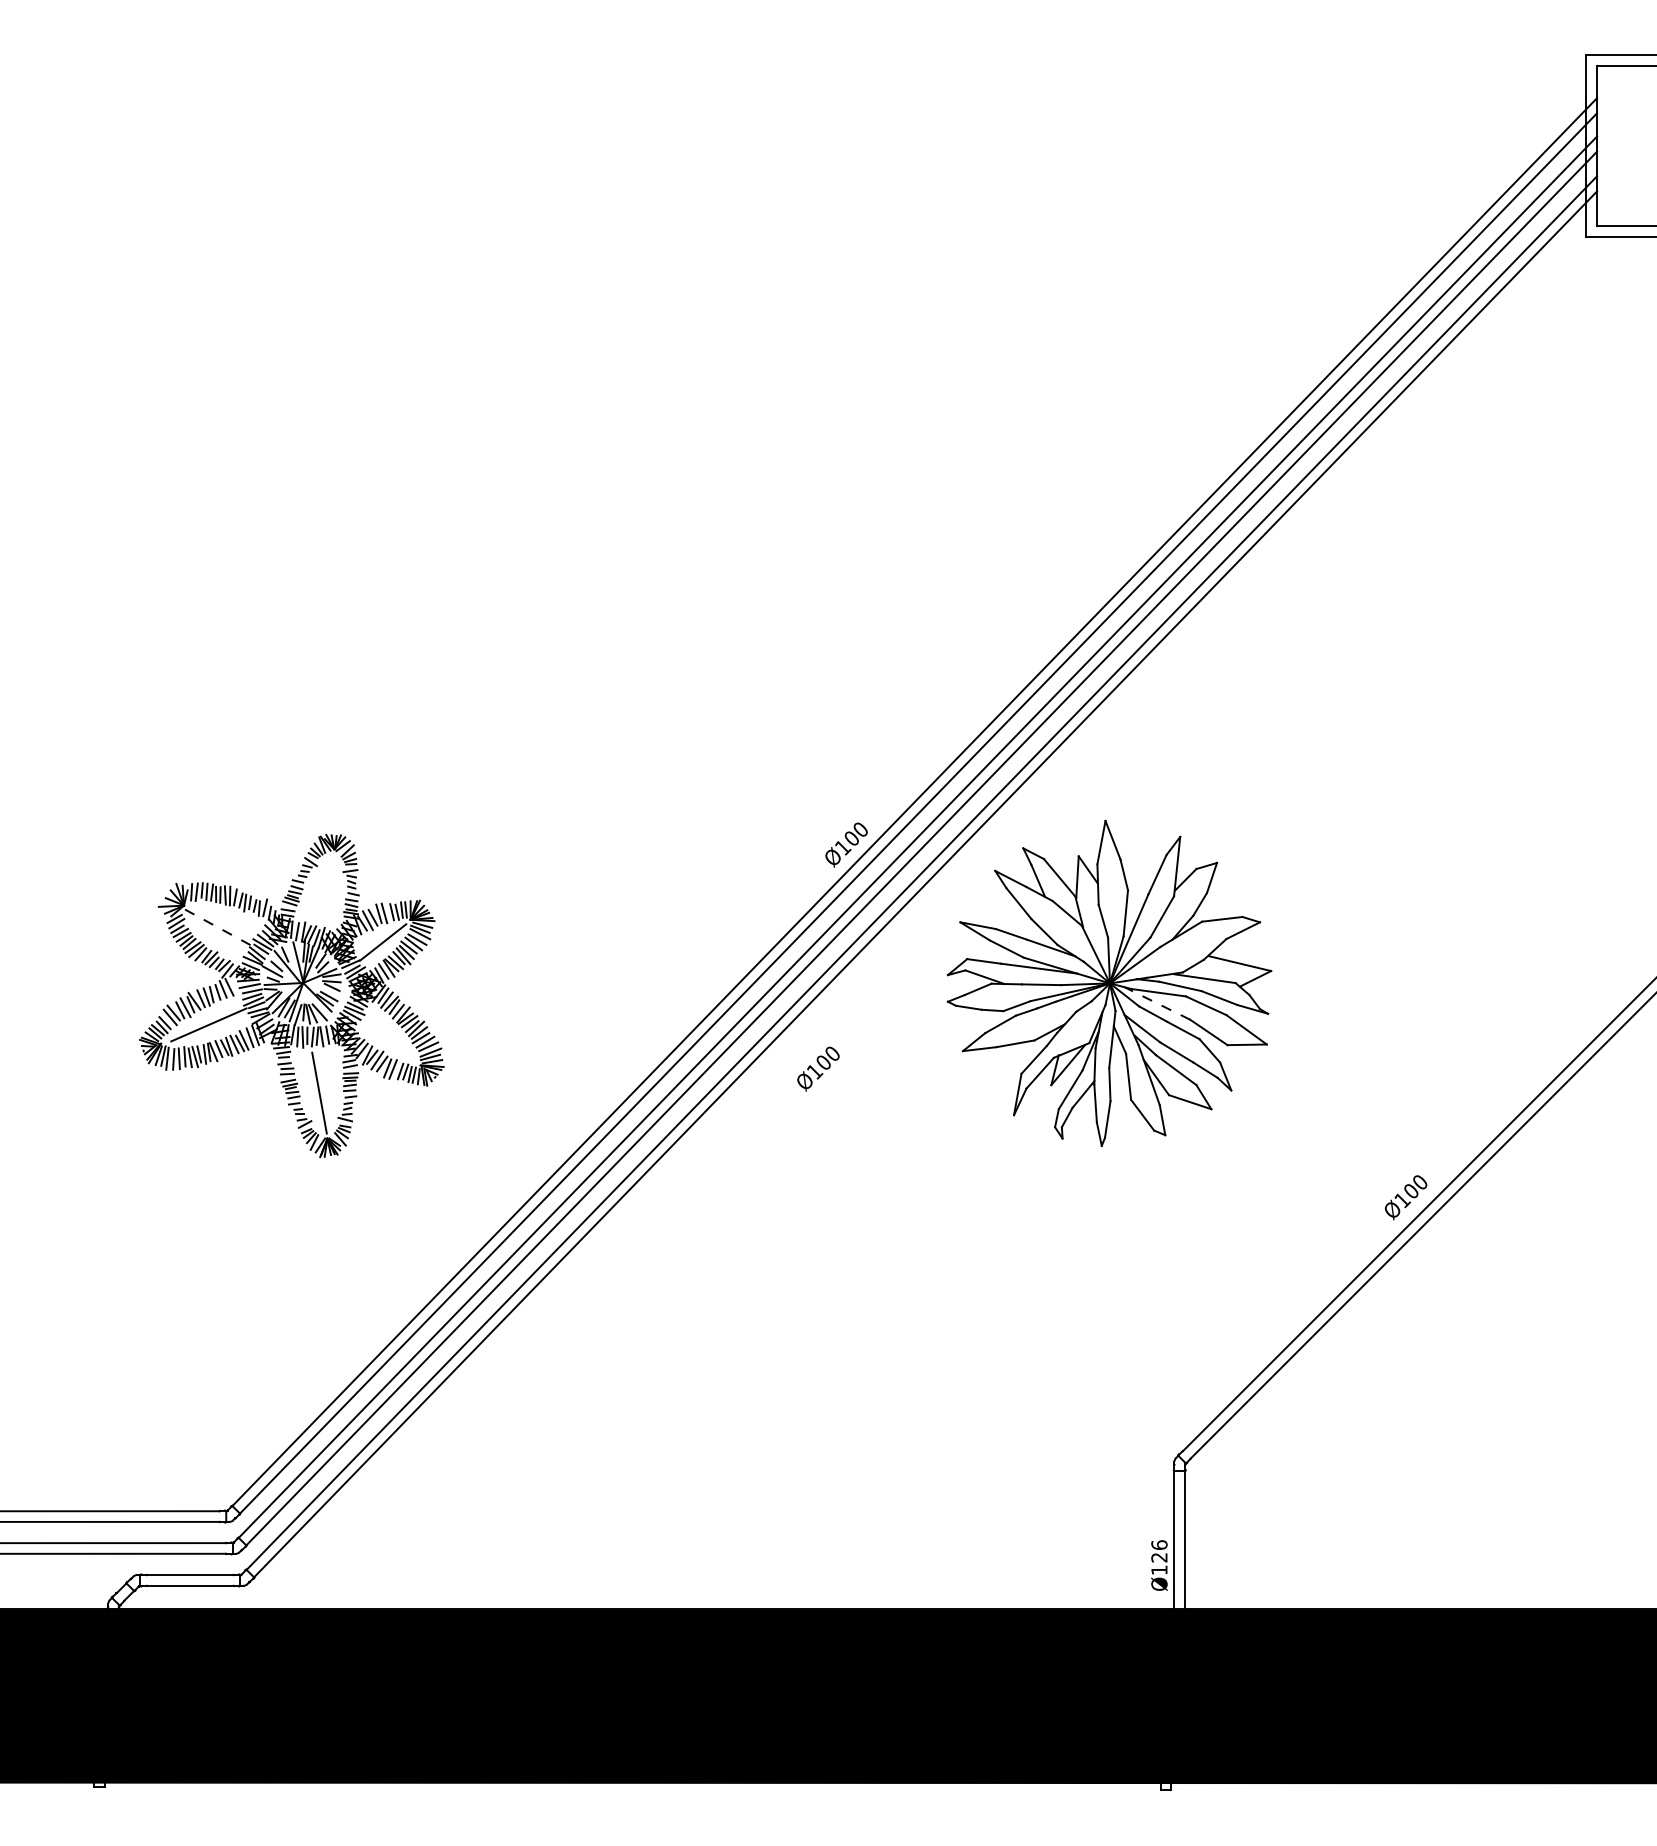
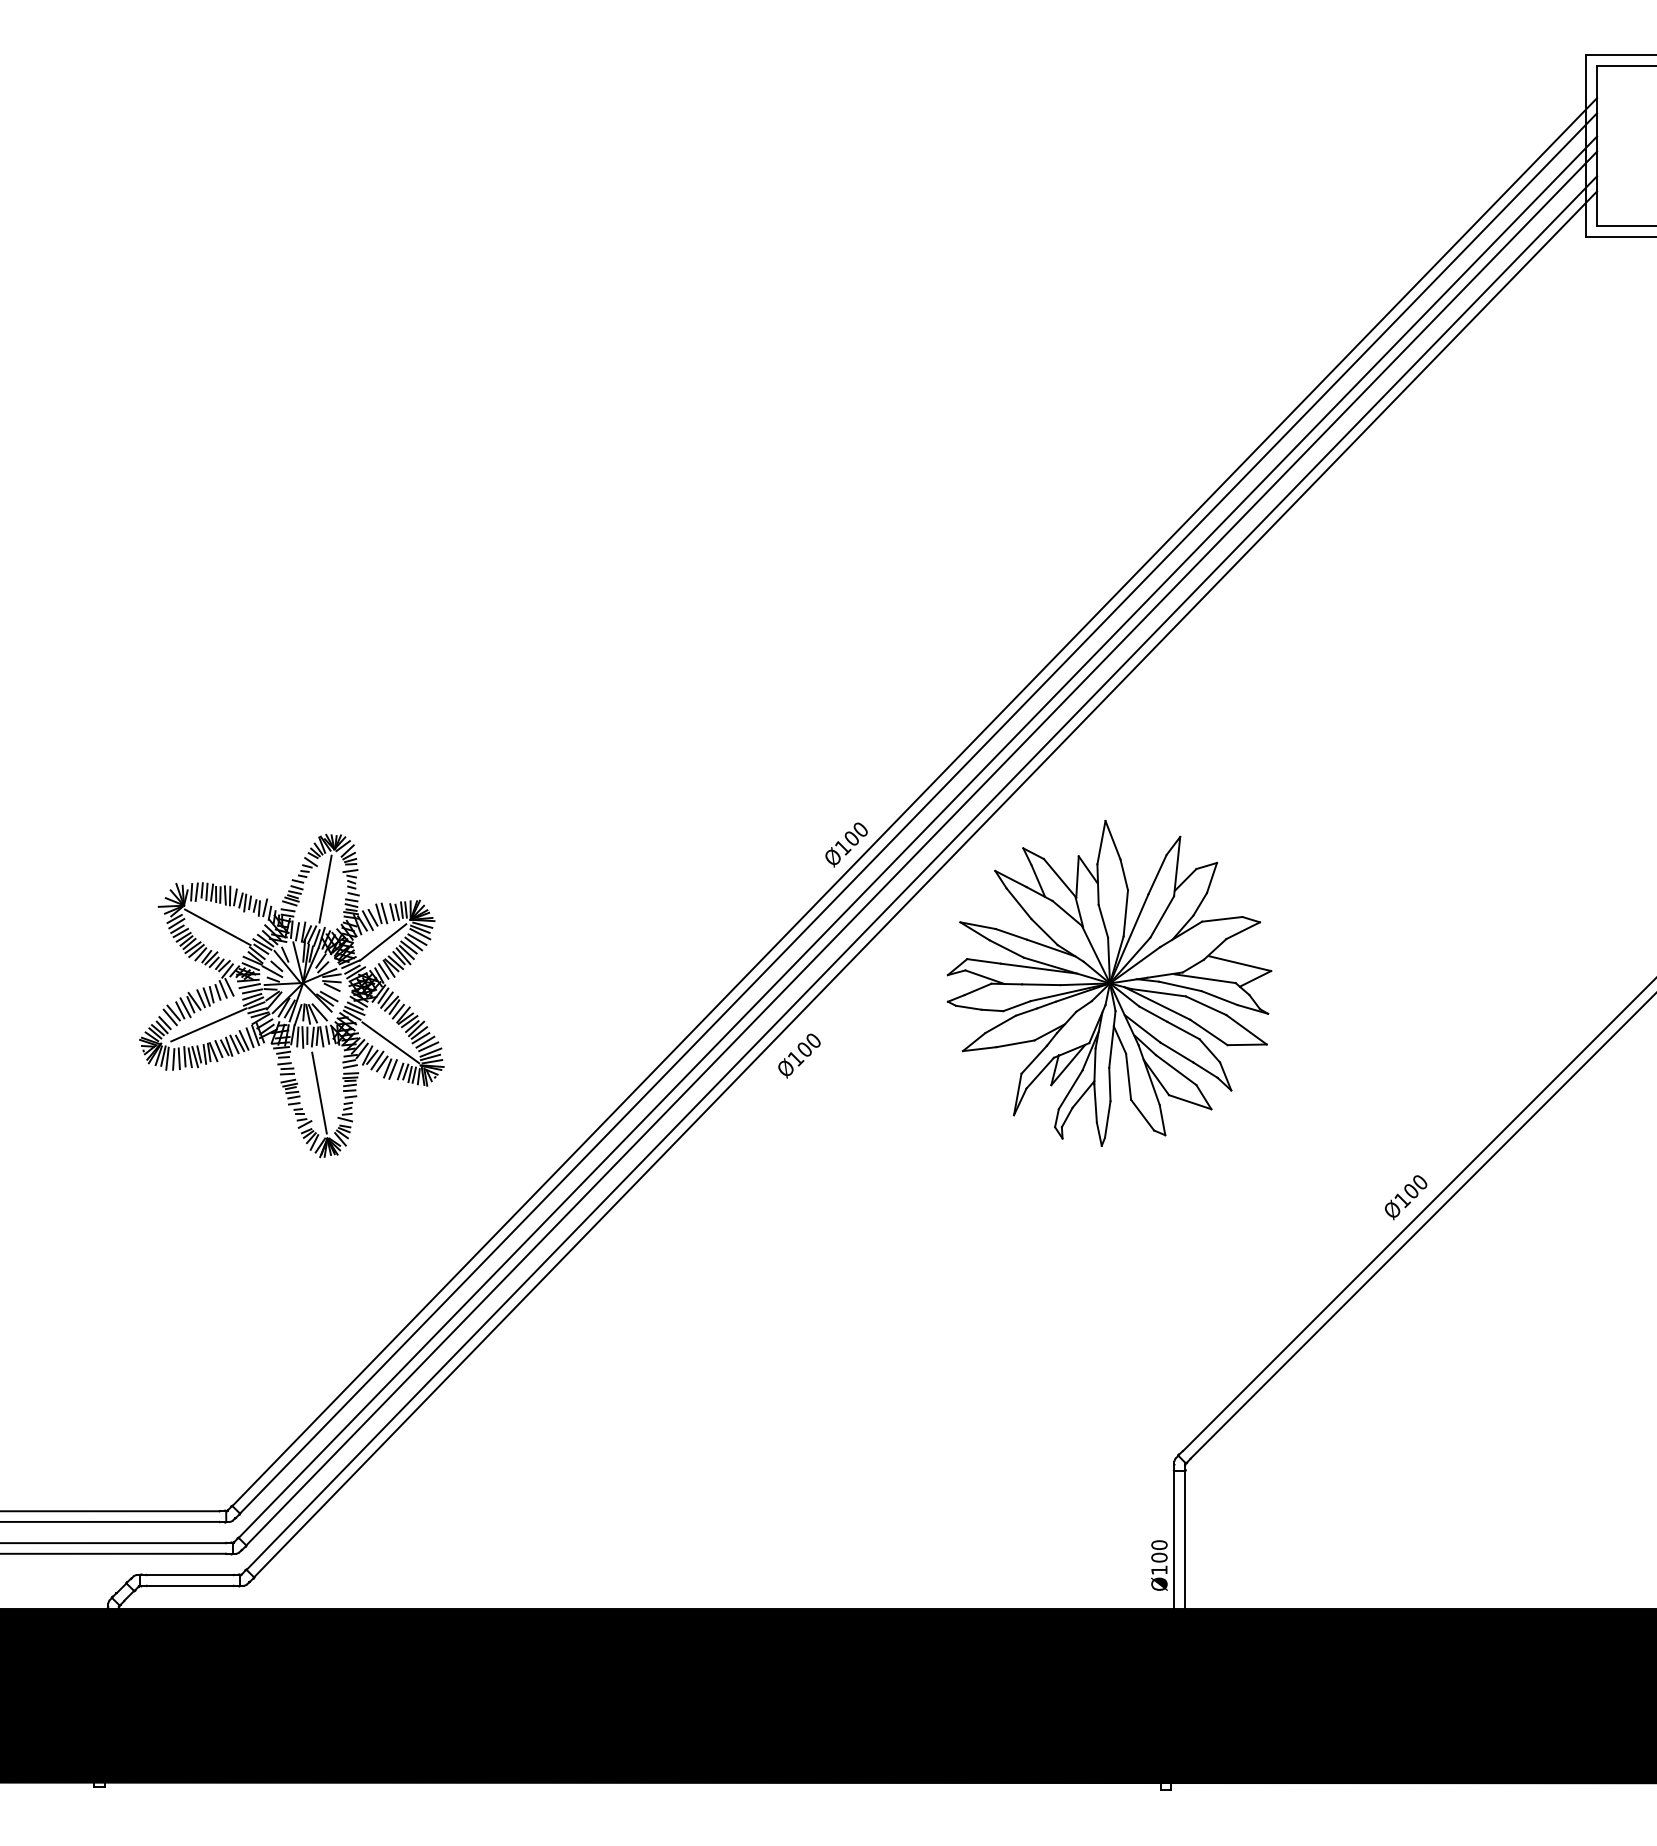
line at (325, 888): none -> present
line at (217, 927): dashed -> solid
line at (1157, 1003): dashed -> solid
line at (390, 1042): none -> present
text at (818, 1068) position: (818, 1068) -> (799, 1055)
text at (1159, 1551): Ø126 -> Ø100
